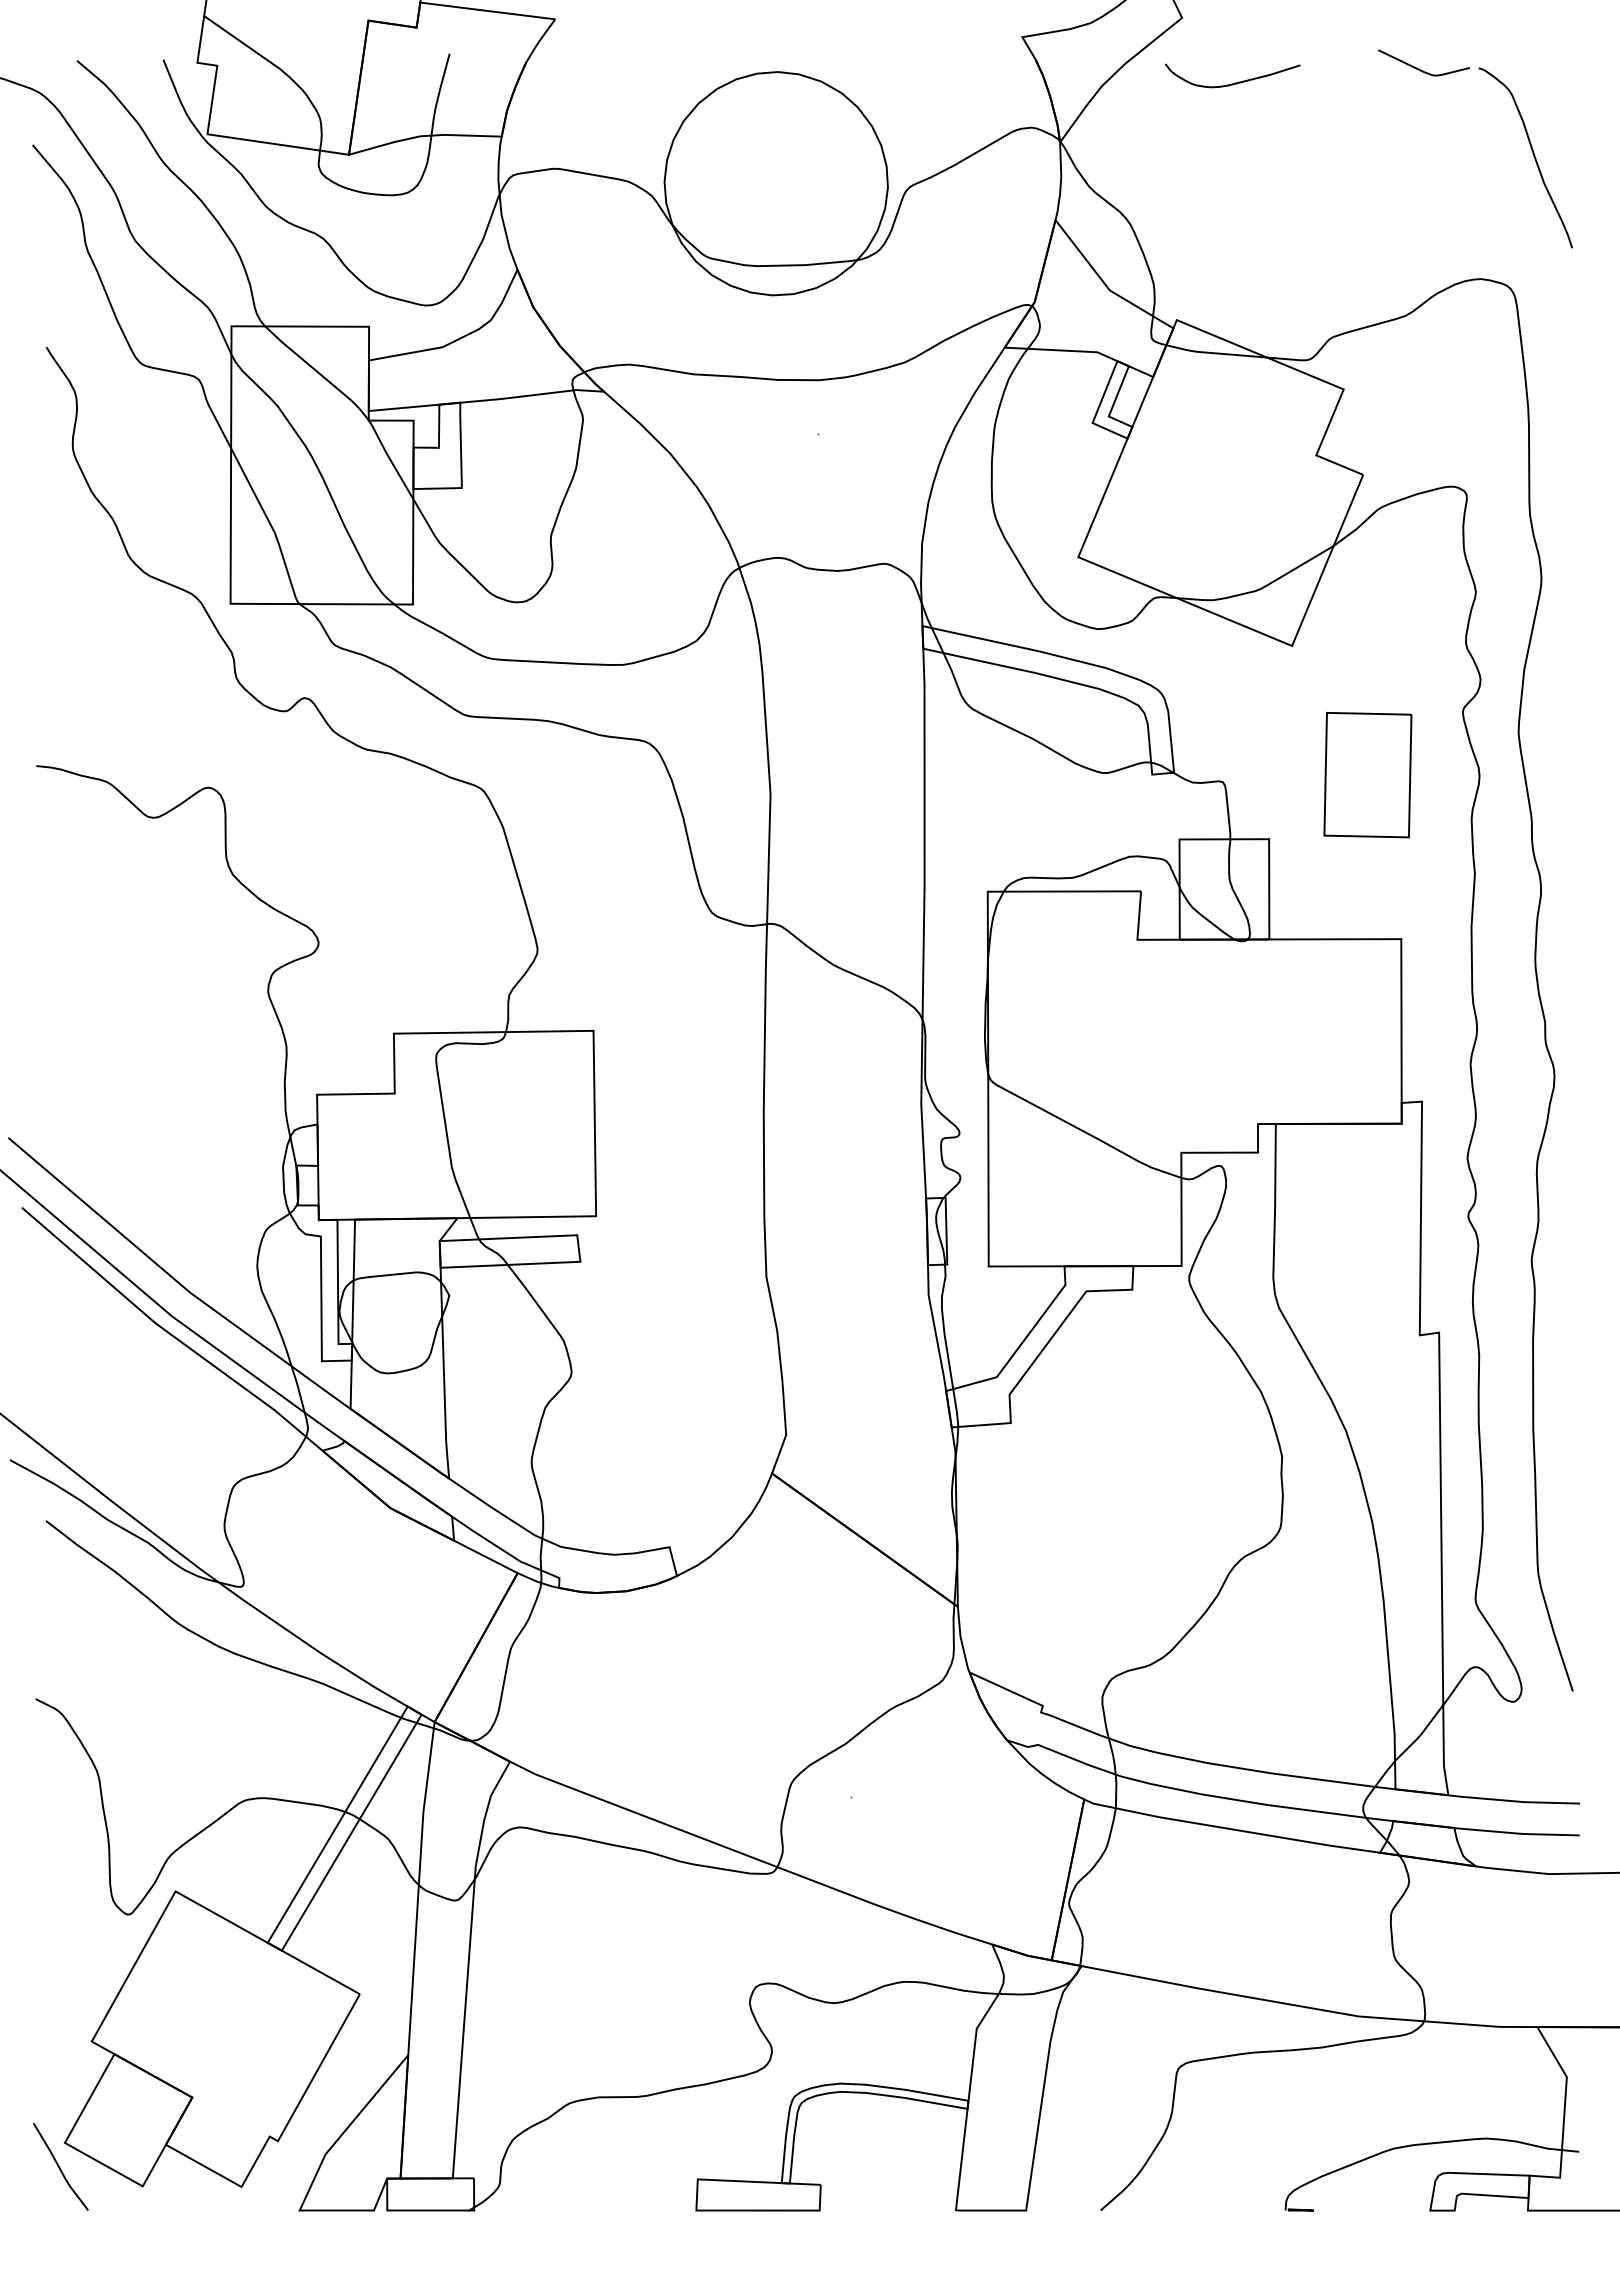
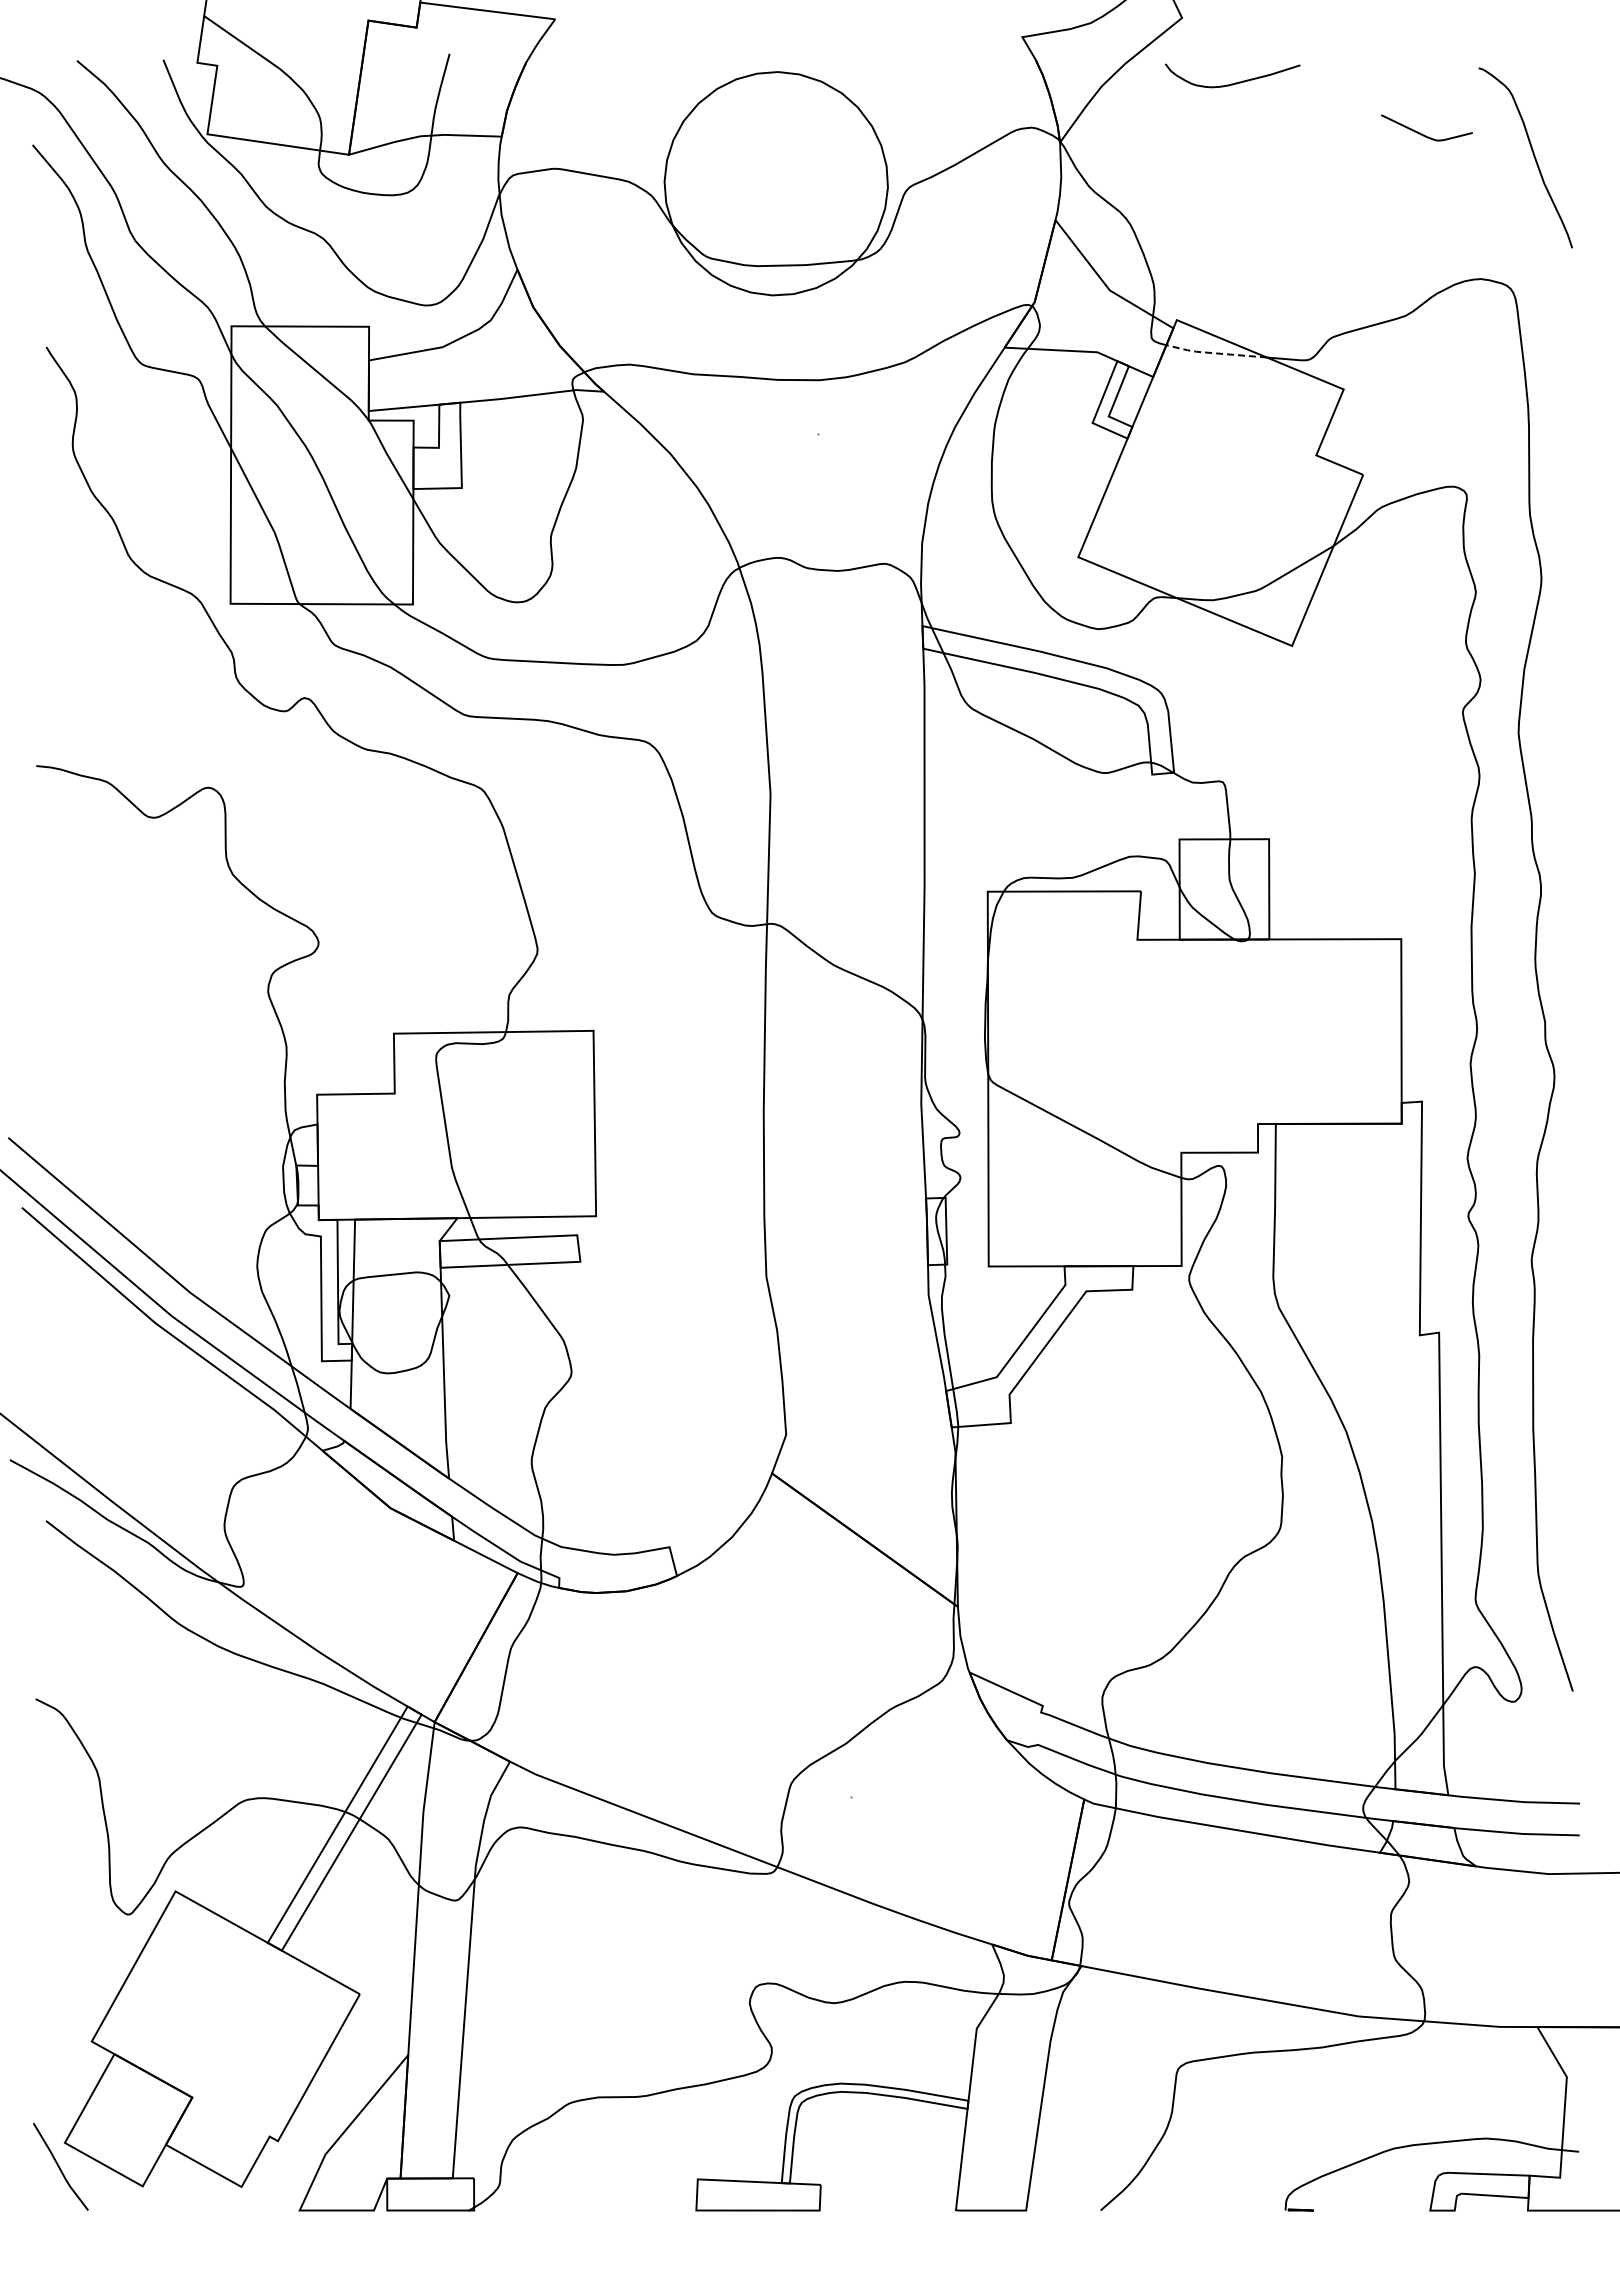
curve at (1419, 68) position: (1419, 68) -> (1422, 133)
line at (1214, 353): solid -> dashed
part at (1367, 775): present -> none
